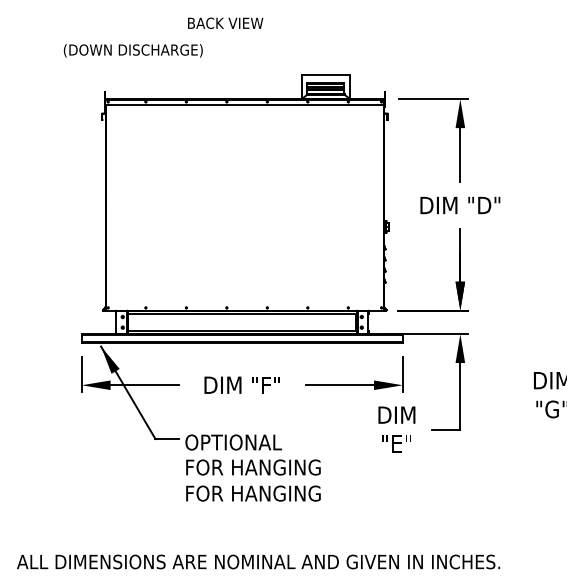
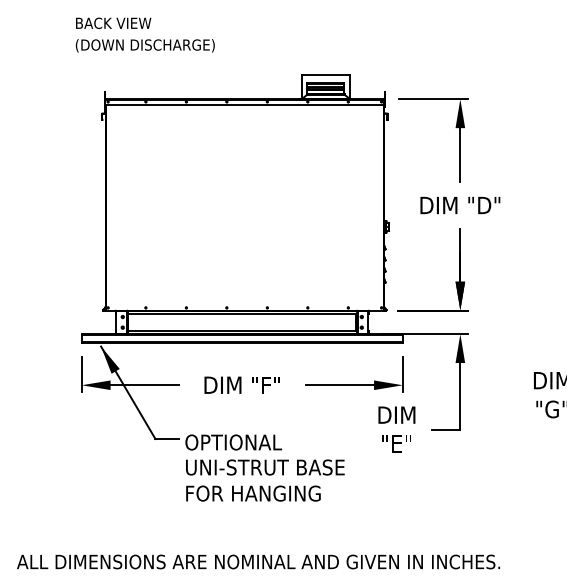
text at (225, 22) position: (225, 22) -> (113, 22)
text at (132, 50) position: (132, 50) -> (144, 45)
text at (265, 467): FOR HANGING -> UNI-STRUT BASE
